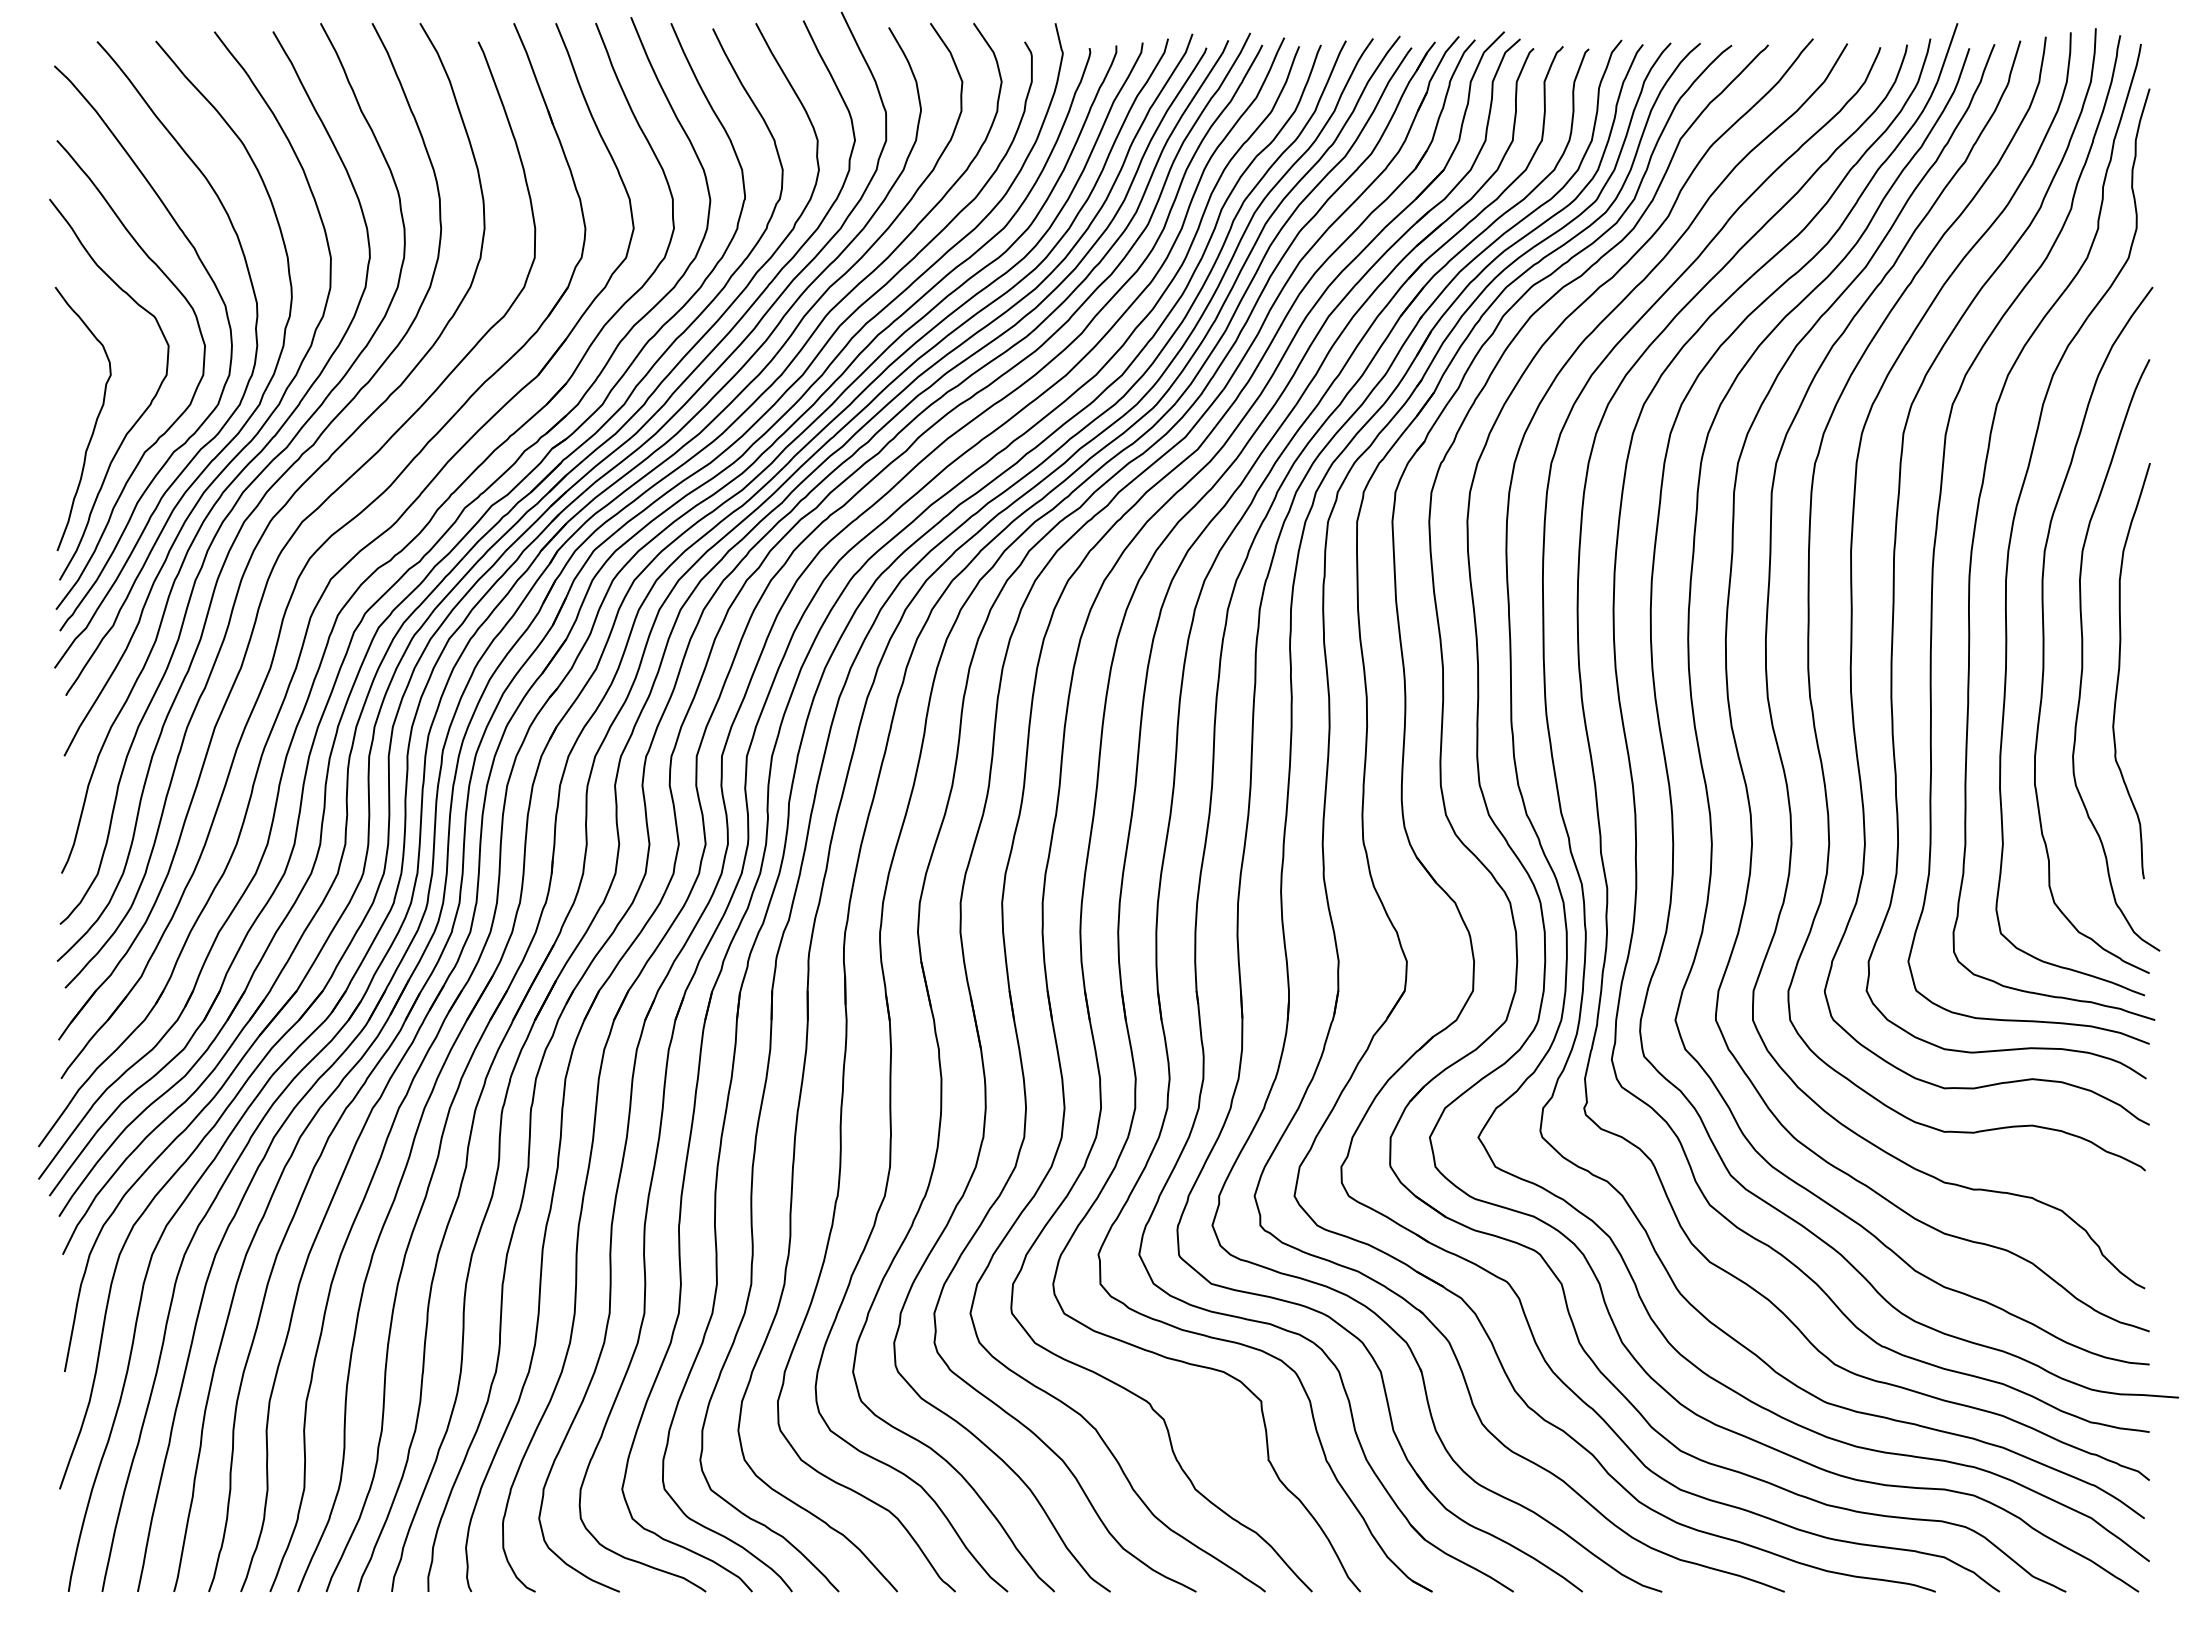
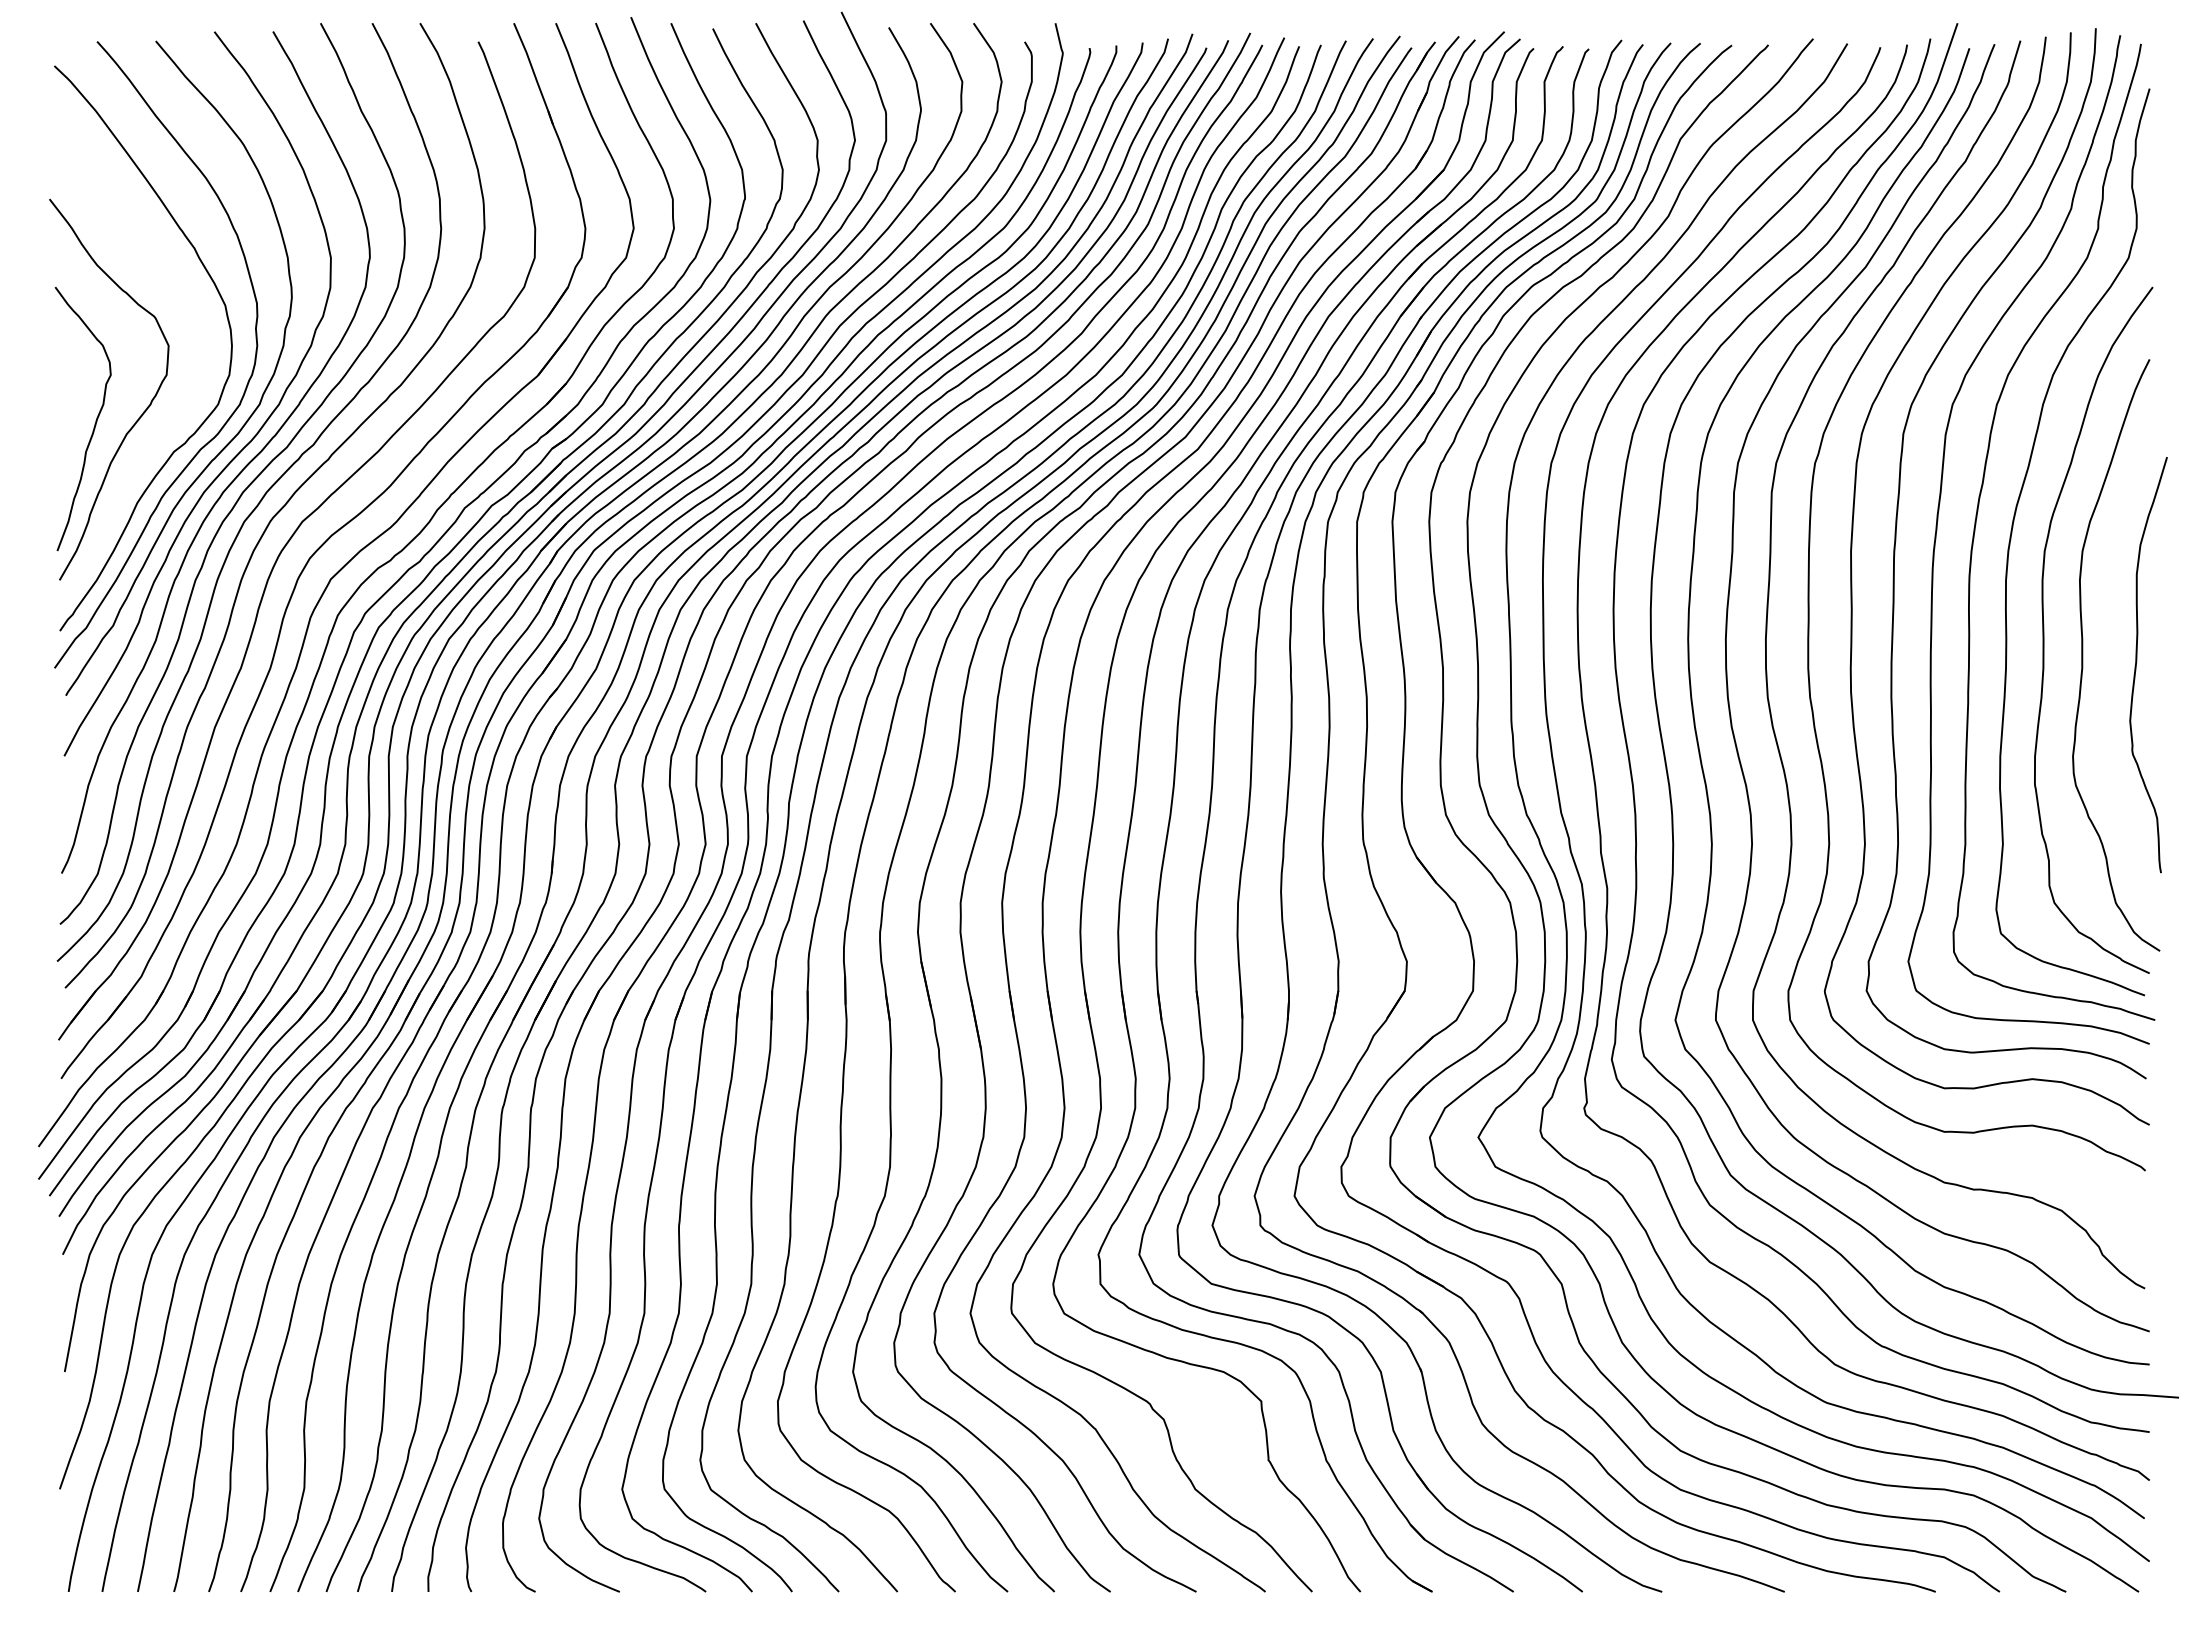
curve at (176, 418): present -> none
curve at (2120, 668) position: (2120, 668) -> (2137, 662)
